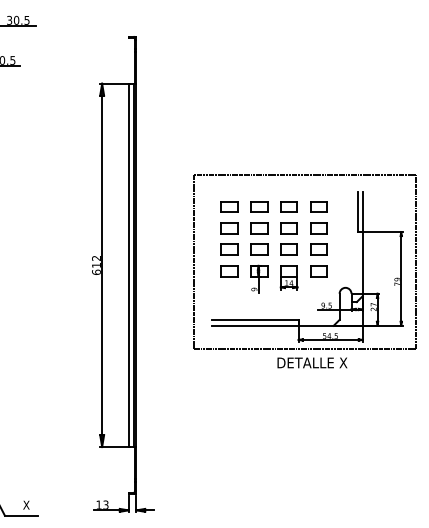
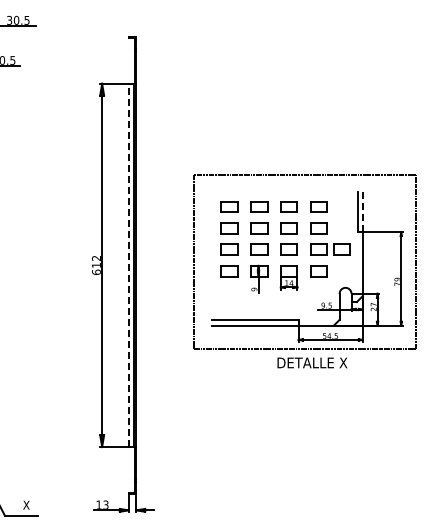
line at (363, 211): solid -> dashed
part at (341, 249): none -> present
line at (128, 265): solid -> dashed
